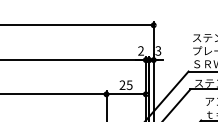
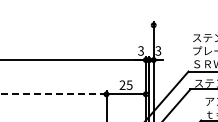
line at (77, 25): present -> none
text at (140, 51): 2 -> 3
line at (53, 94): solid -> dashed
